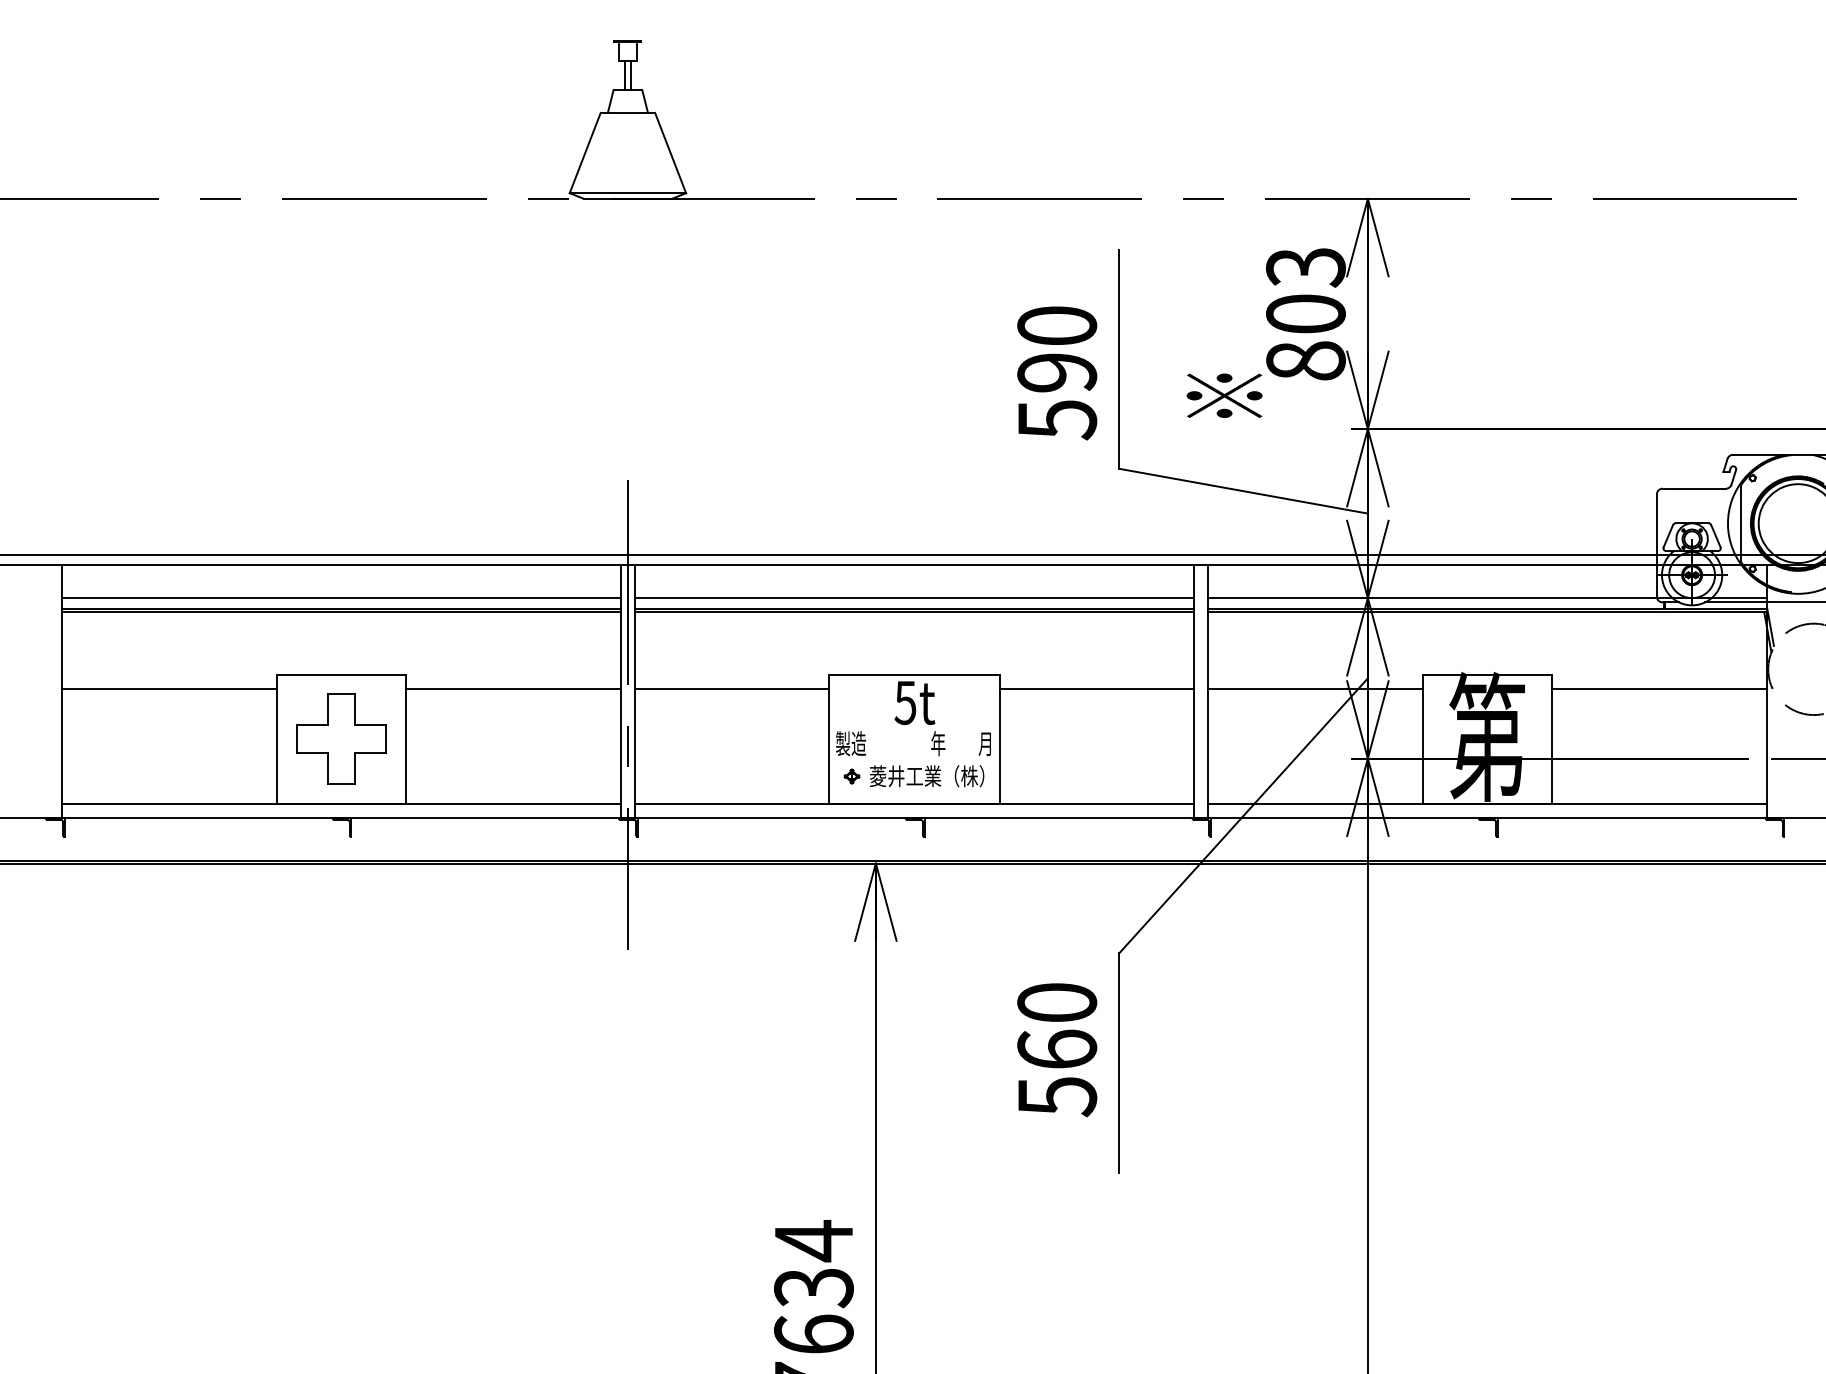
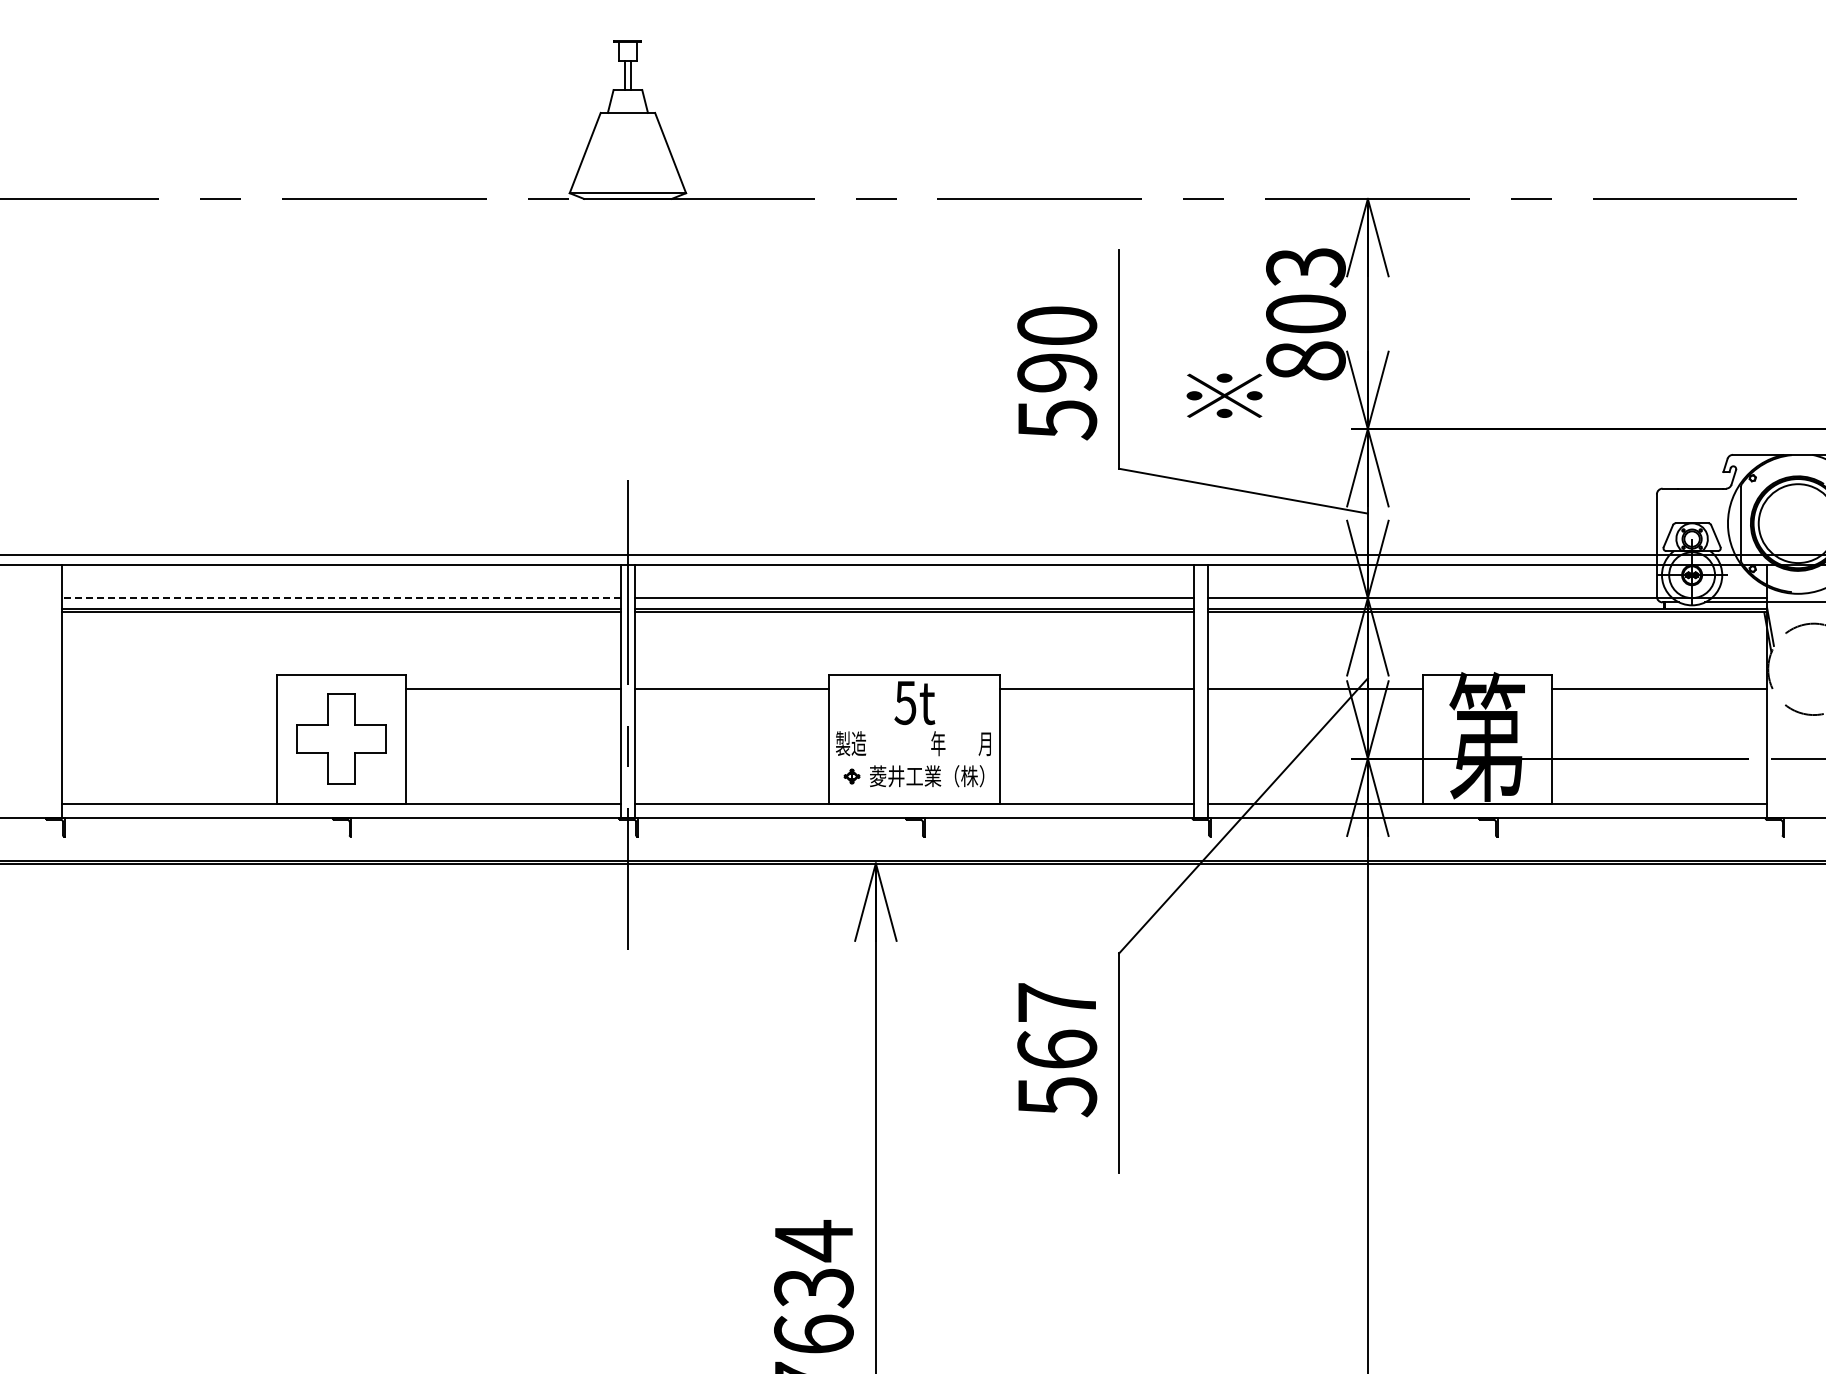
line at (340, 598): solid -> dashed
line at (168, 688): present -> none
text at (1057, 1002): 560 -> 567
